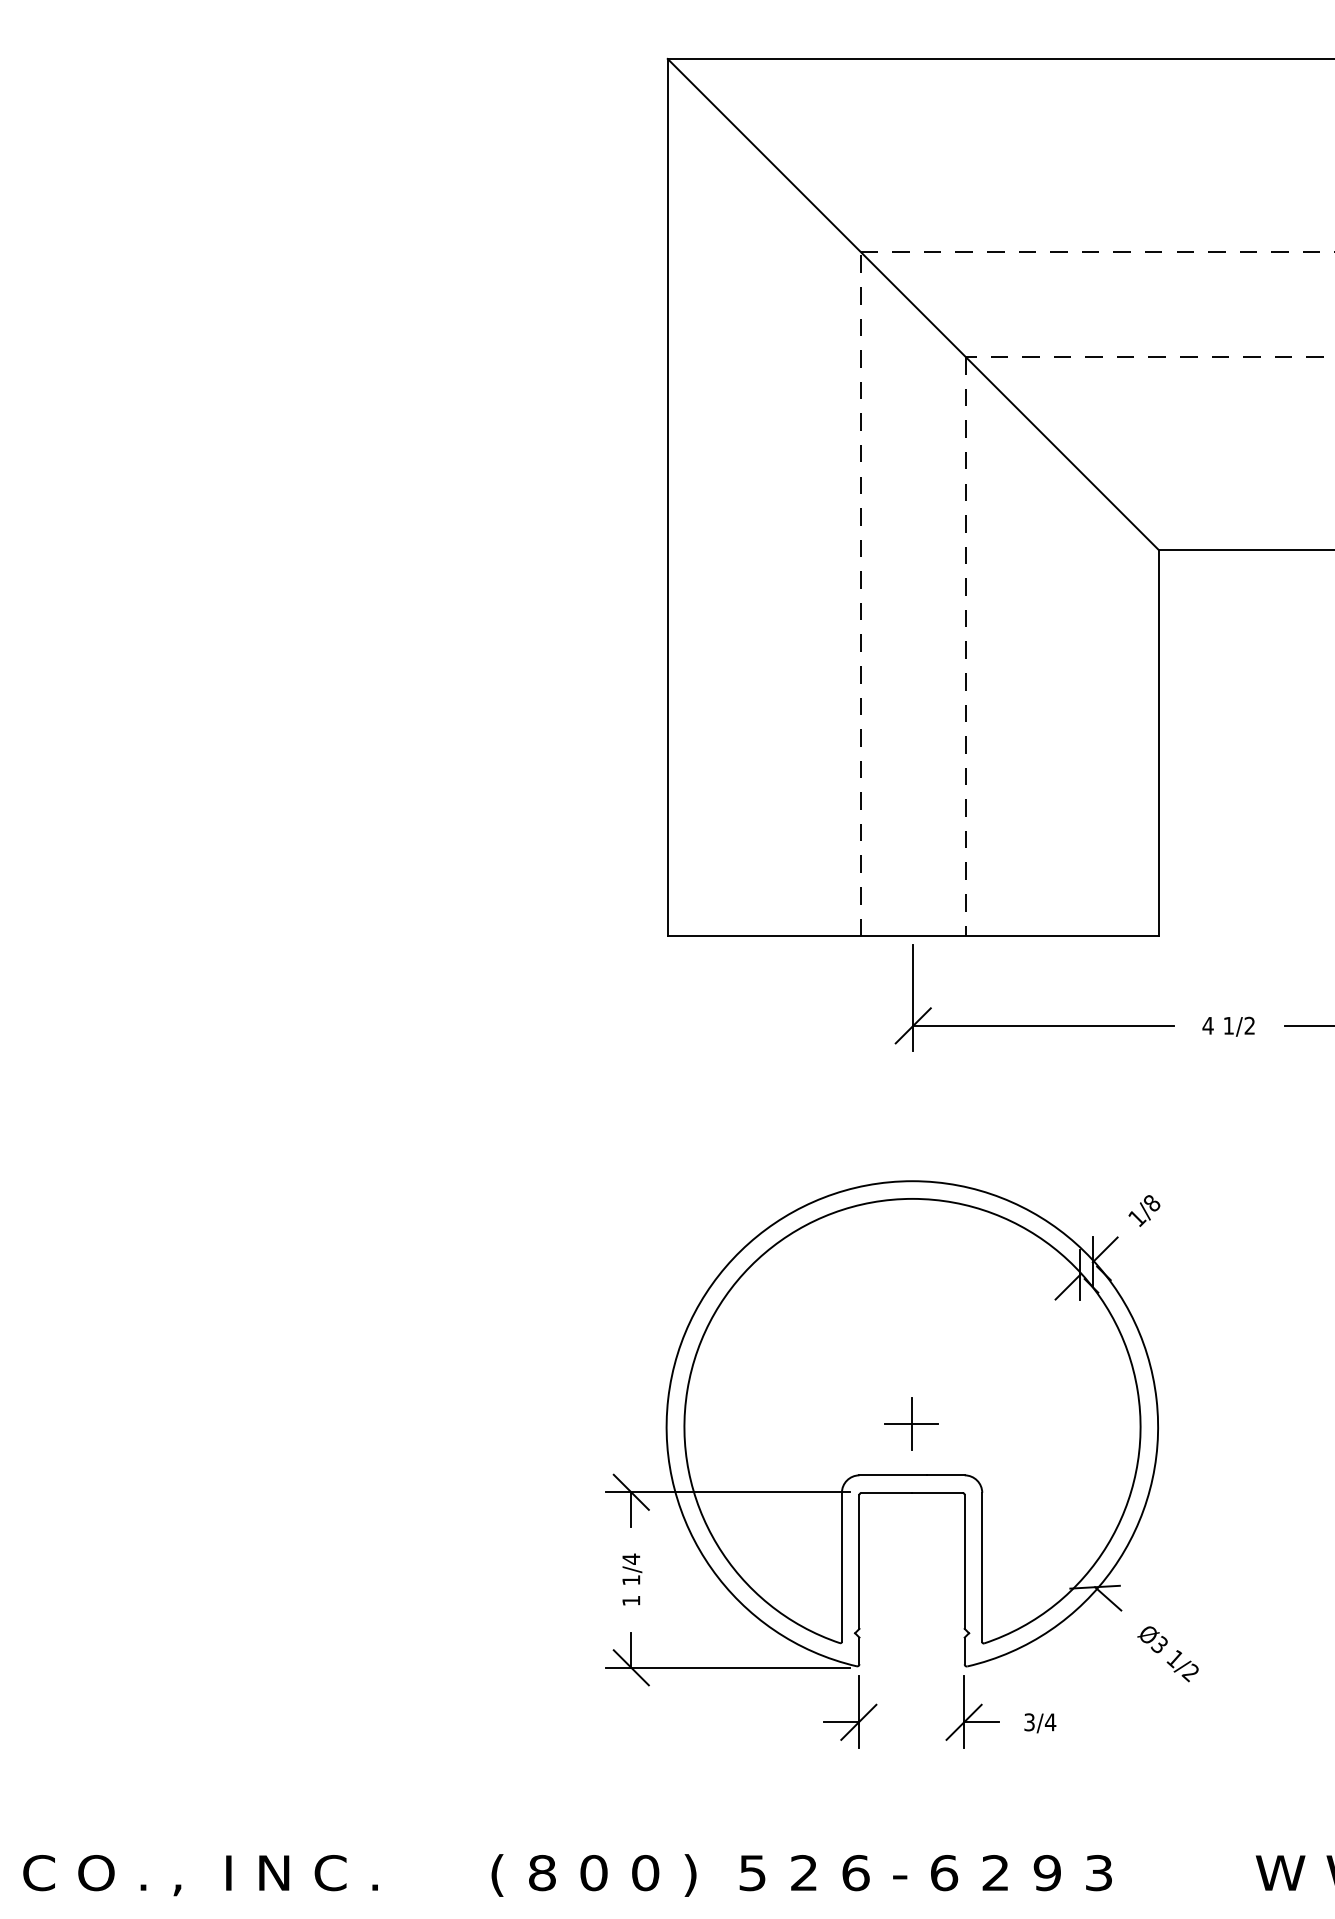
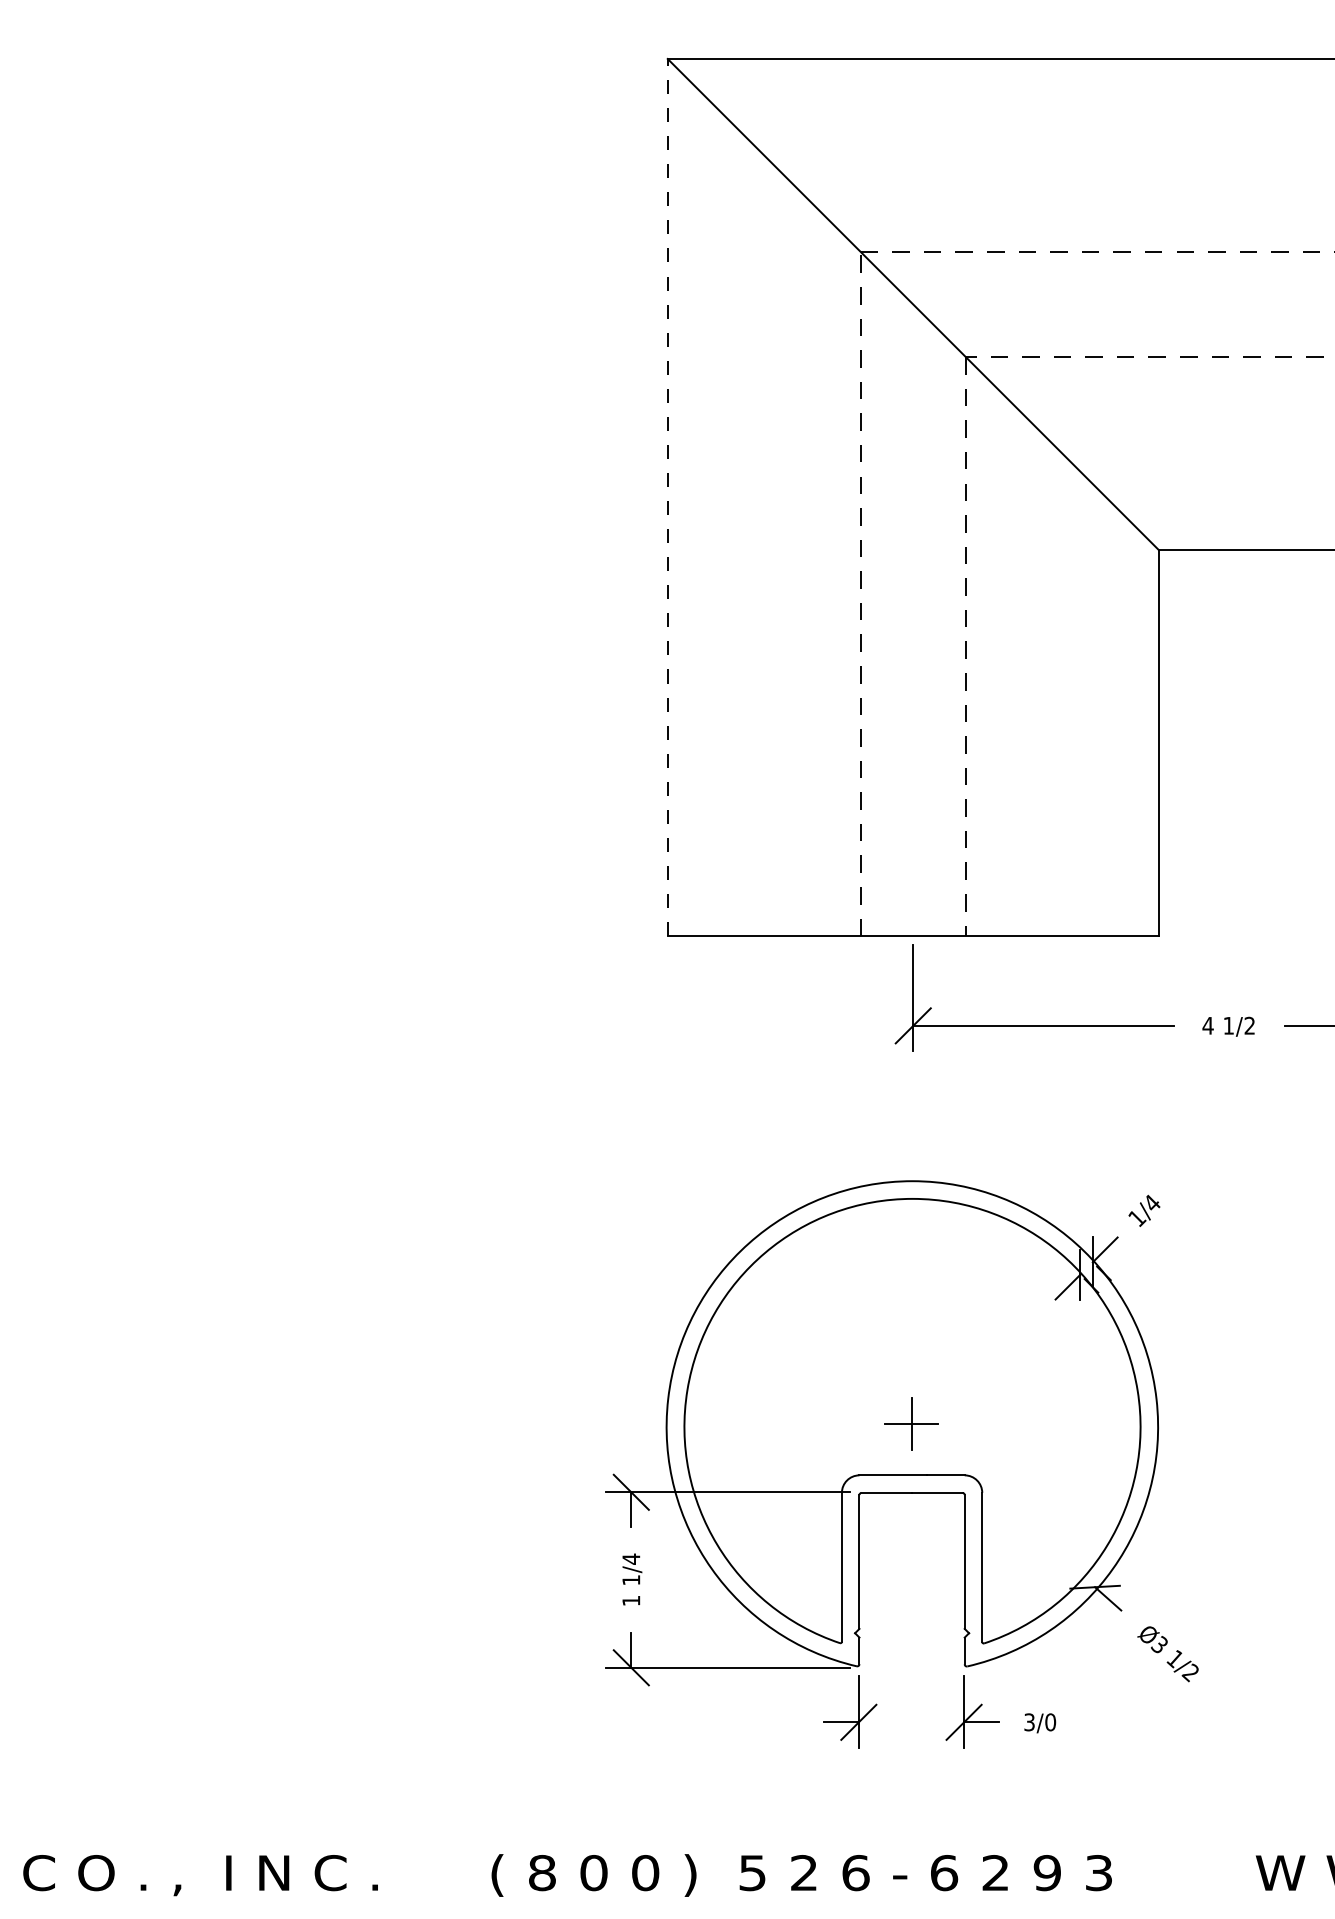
line at (667, 497): solid -> dashed
text at (1151, 1202): 1/8 -> 1/4
text at (1050, 1722): 3/4 -> 3/0
